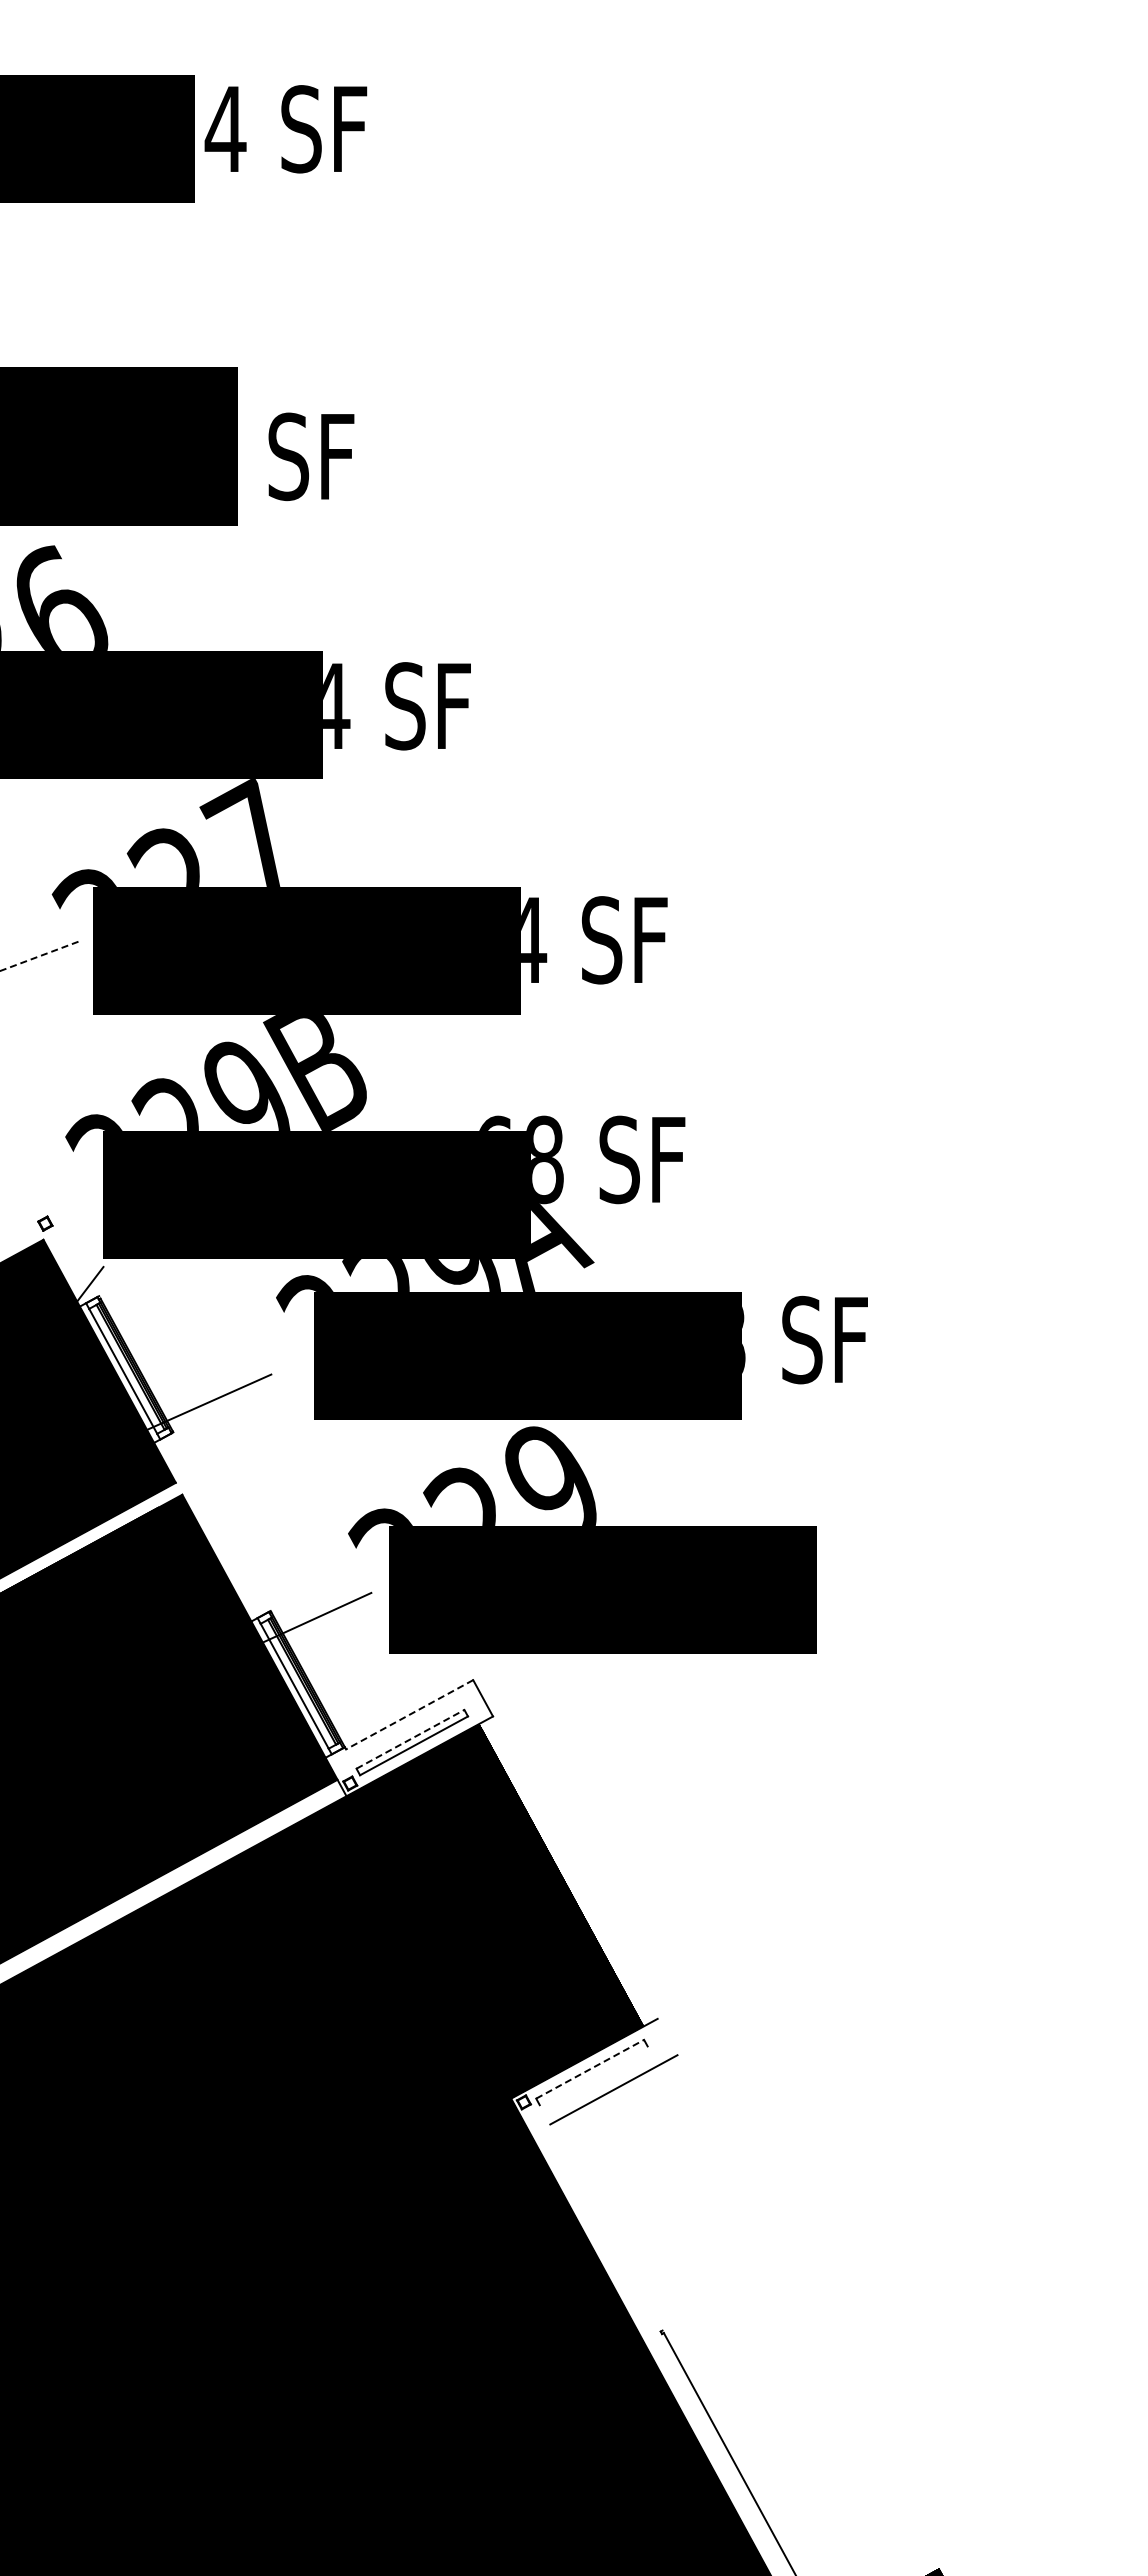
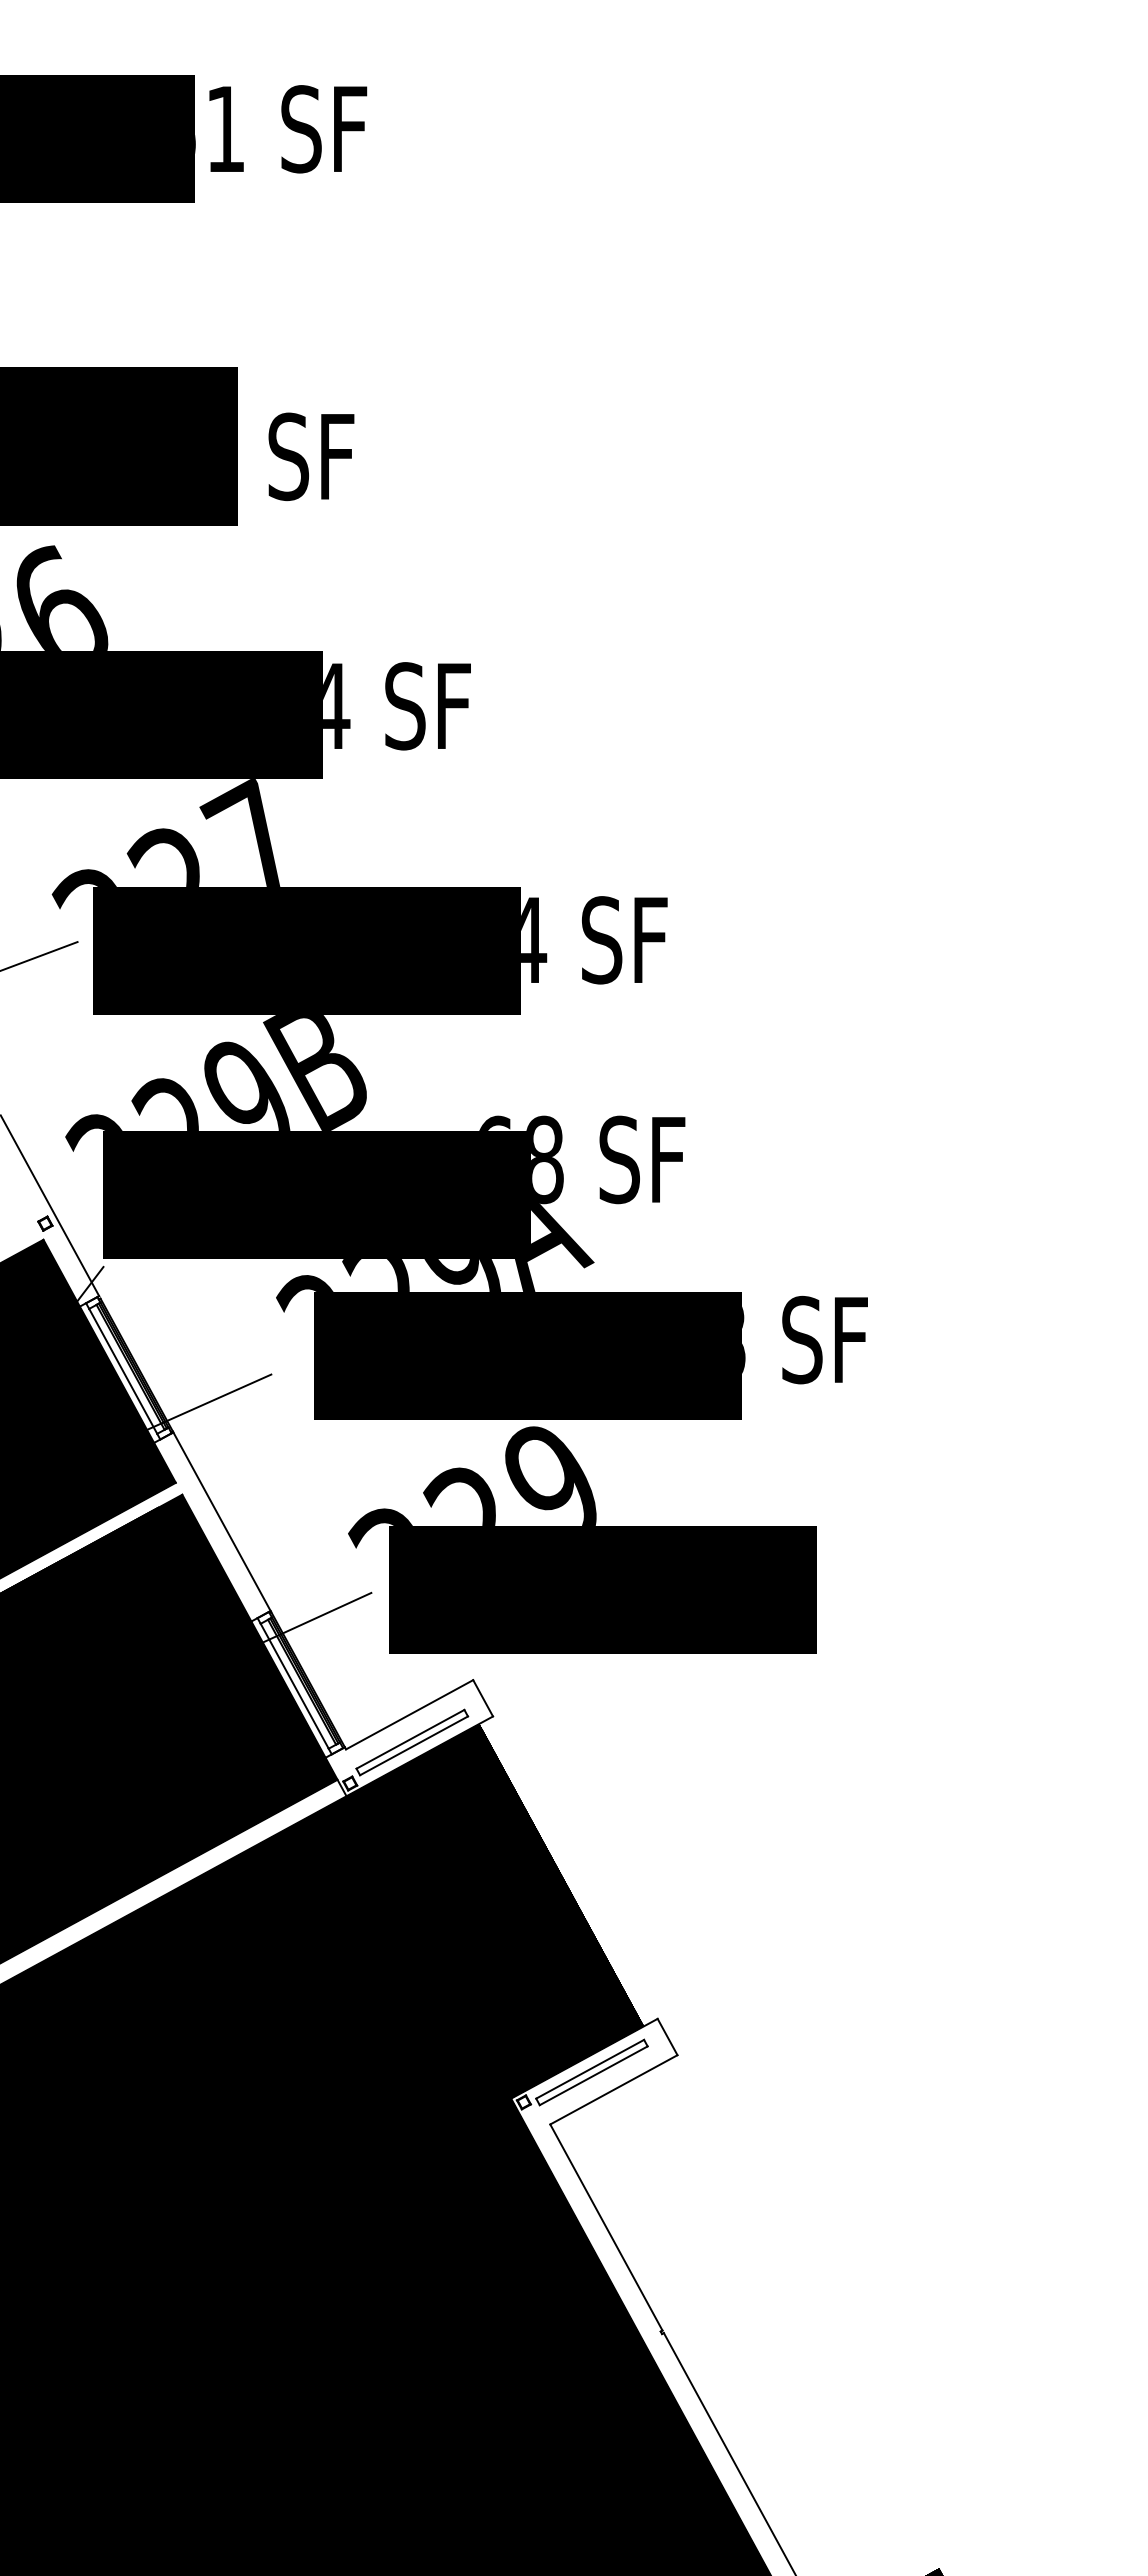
text at (220, 128): 34 -> 61
line at (39, 956): dashed -> solid
line at (50, 1207): none -> present
line at (221, 1521): none -> present
line at (409, 1715): dashed -> solid
line at (410, 1739): dashed -> solid
line at (667, 2036): none -> present
line at (590, 2069): dashed -> solid
line at (593, 2075): none -> present
line at (606, 2227): none -> present
